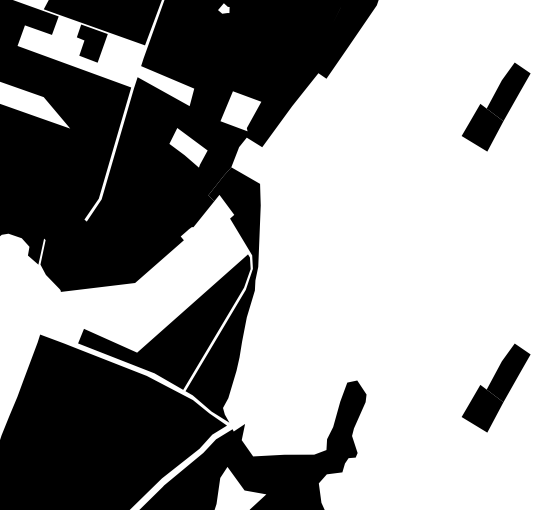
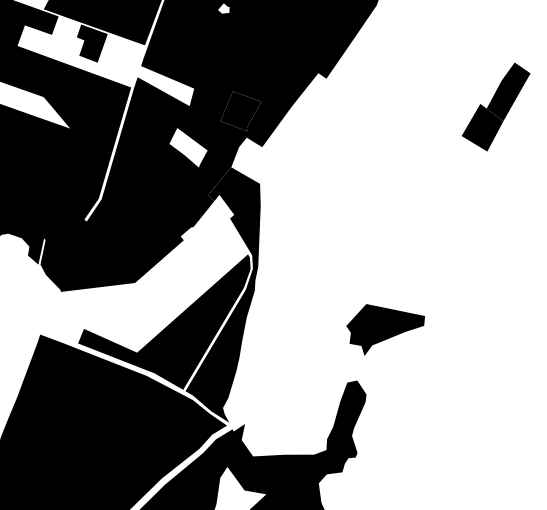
fill at (240, 111): none -> present
part at (385, 329): none -> present
part at (496, 387): present -> none
